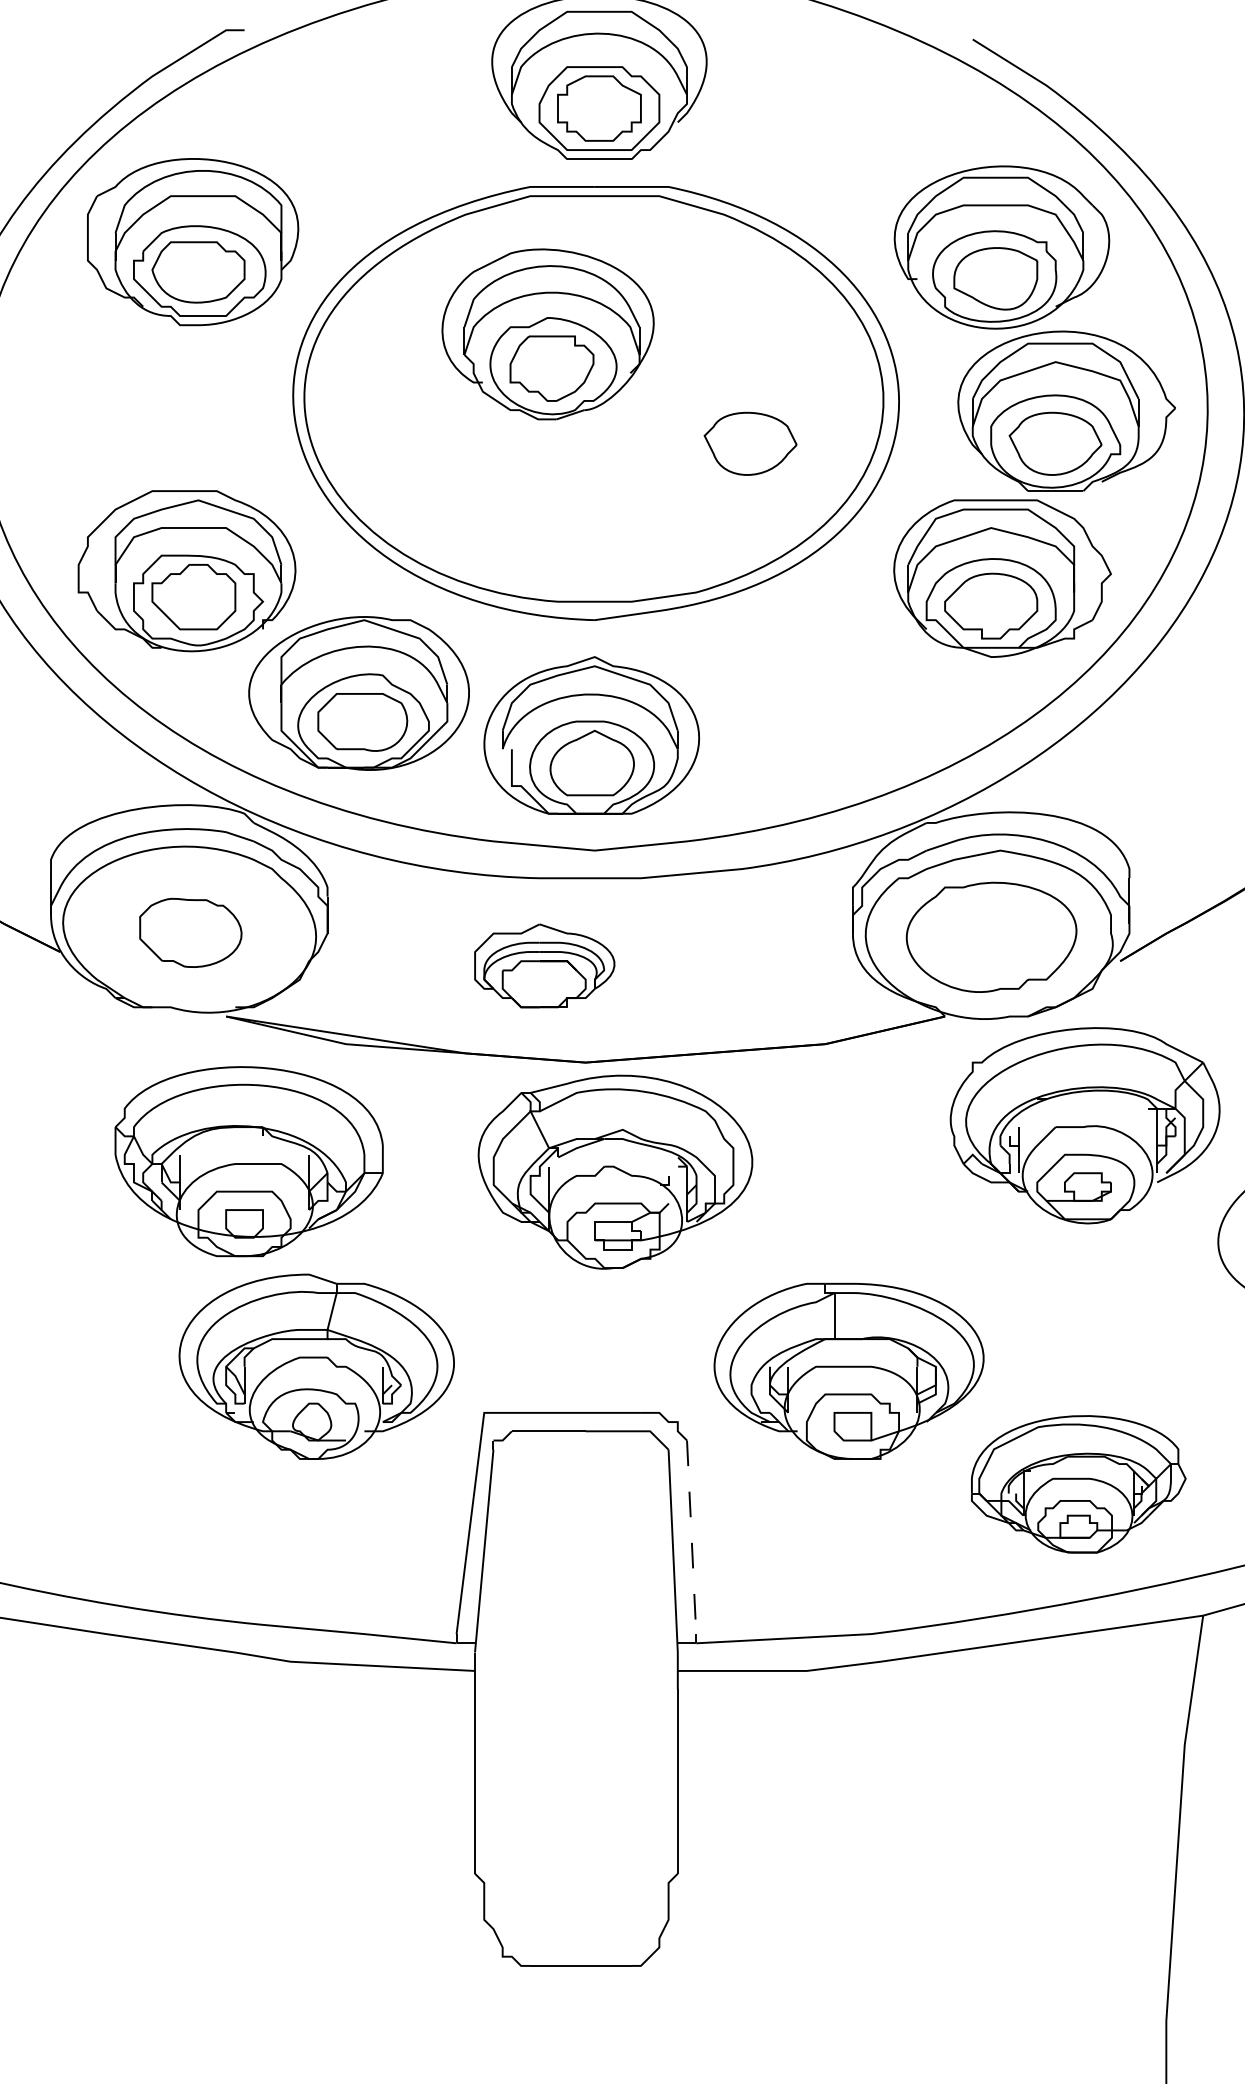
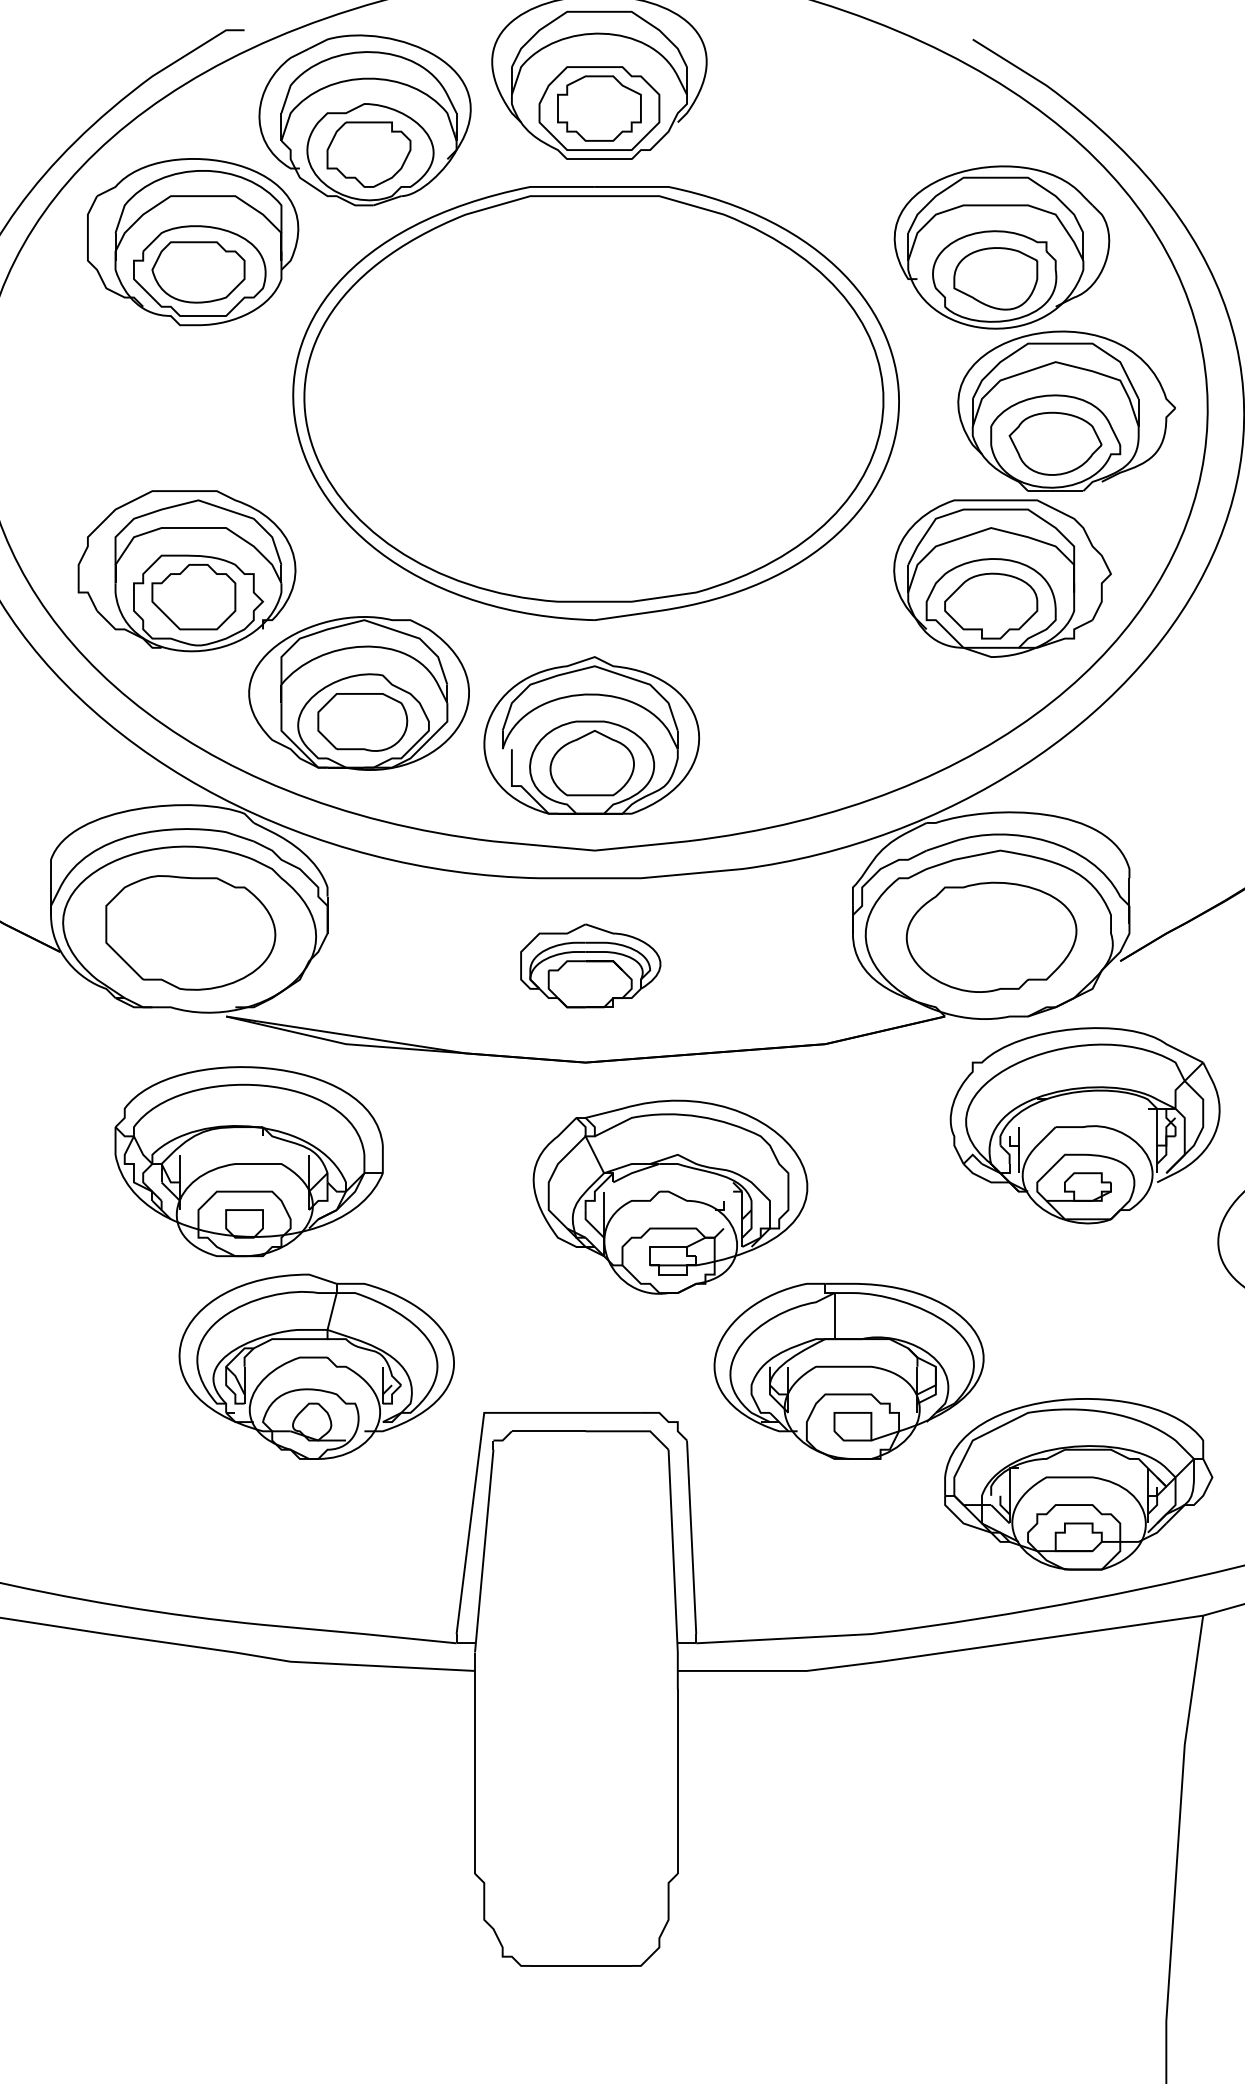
part at (547, 334) position: (547, 334) -> (364, 120)
part at (750, 443): present -> none
part at (190, 932) size: 104x71 px -> 172x116 px
part at (544, 965) position: (544, 965) -> (590, 965)
part at (615, 1171) position: (615, 1171) -> (670, 1196)
part at (1078, 1484) size: 216x139 px -> 270x173 px
line at (691, 1537): dashed -> solid
